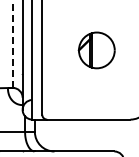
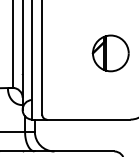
line at (12, 43): dashed -> solid
part at (96, 50) position: (96, 50) -> (110, 53)
